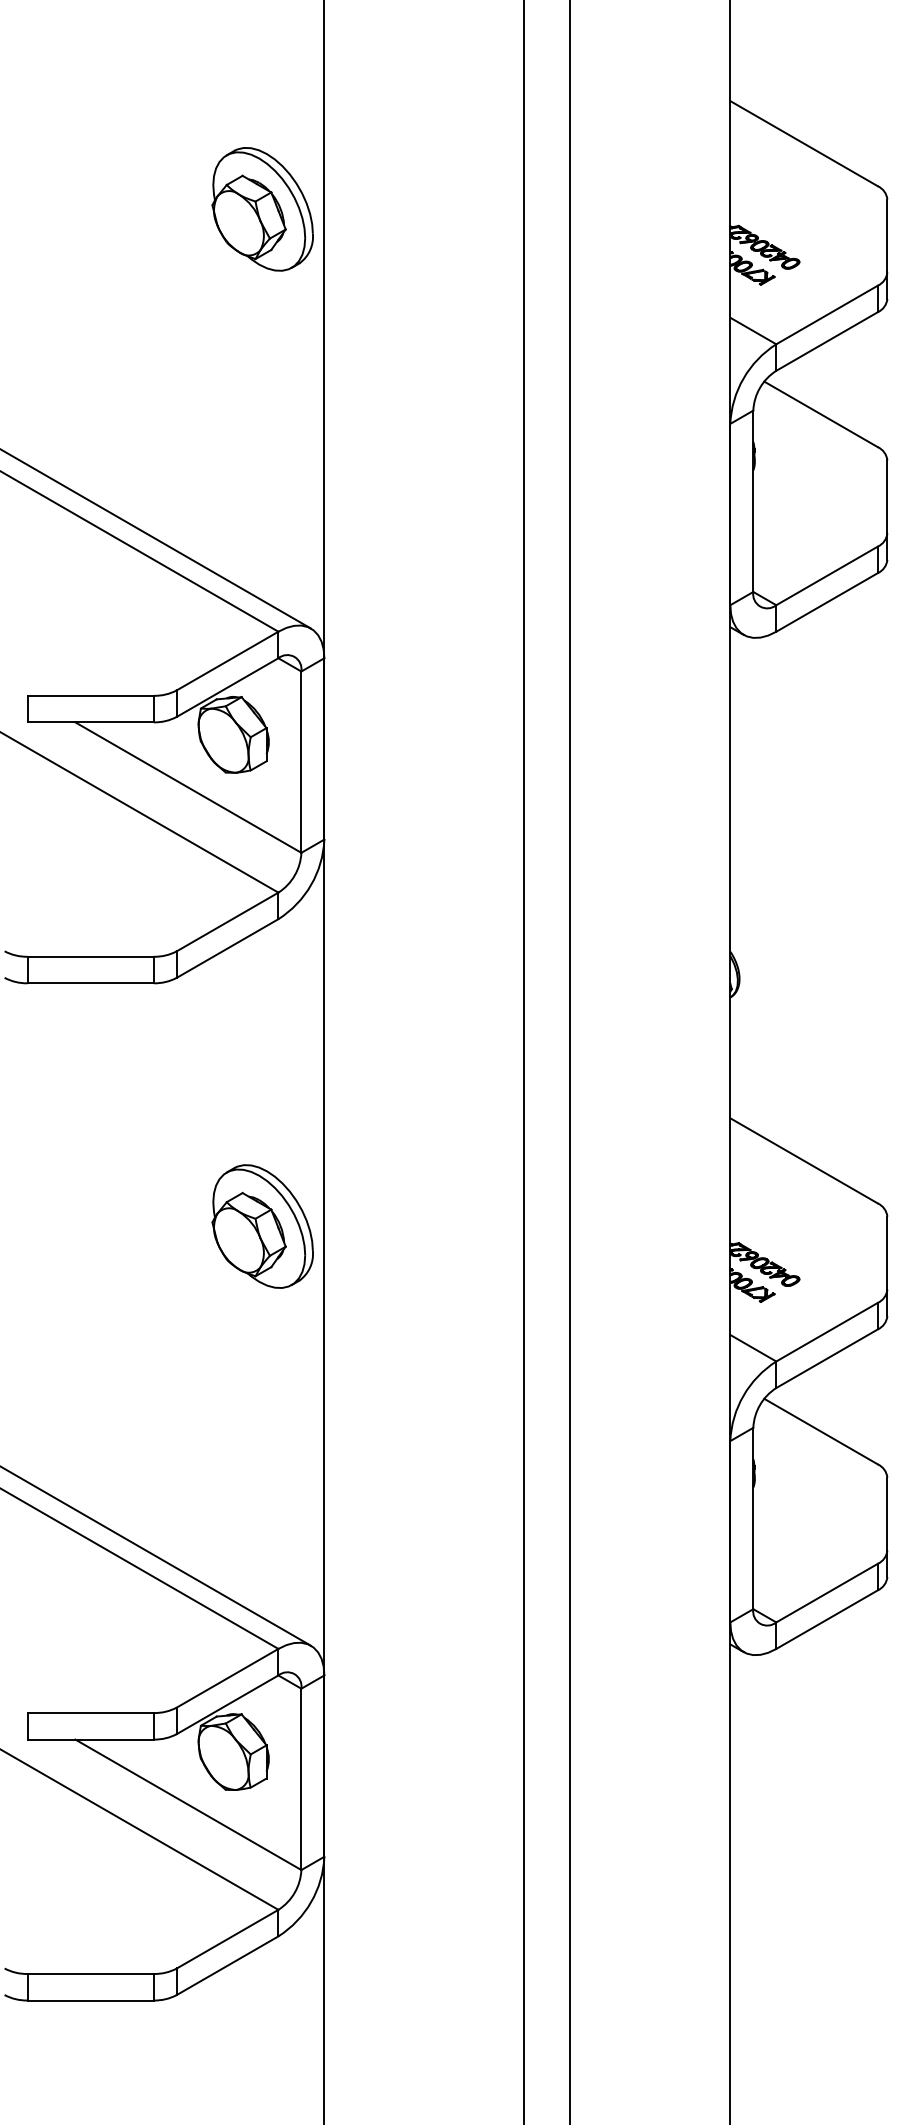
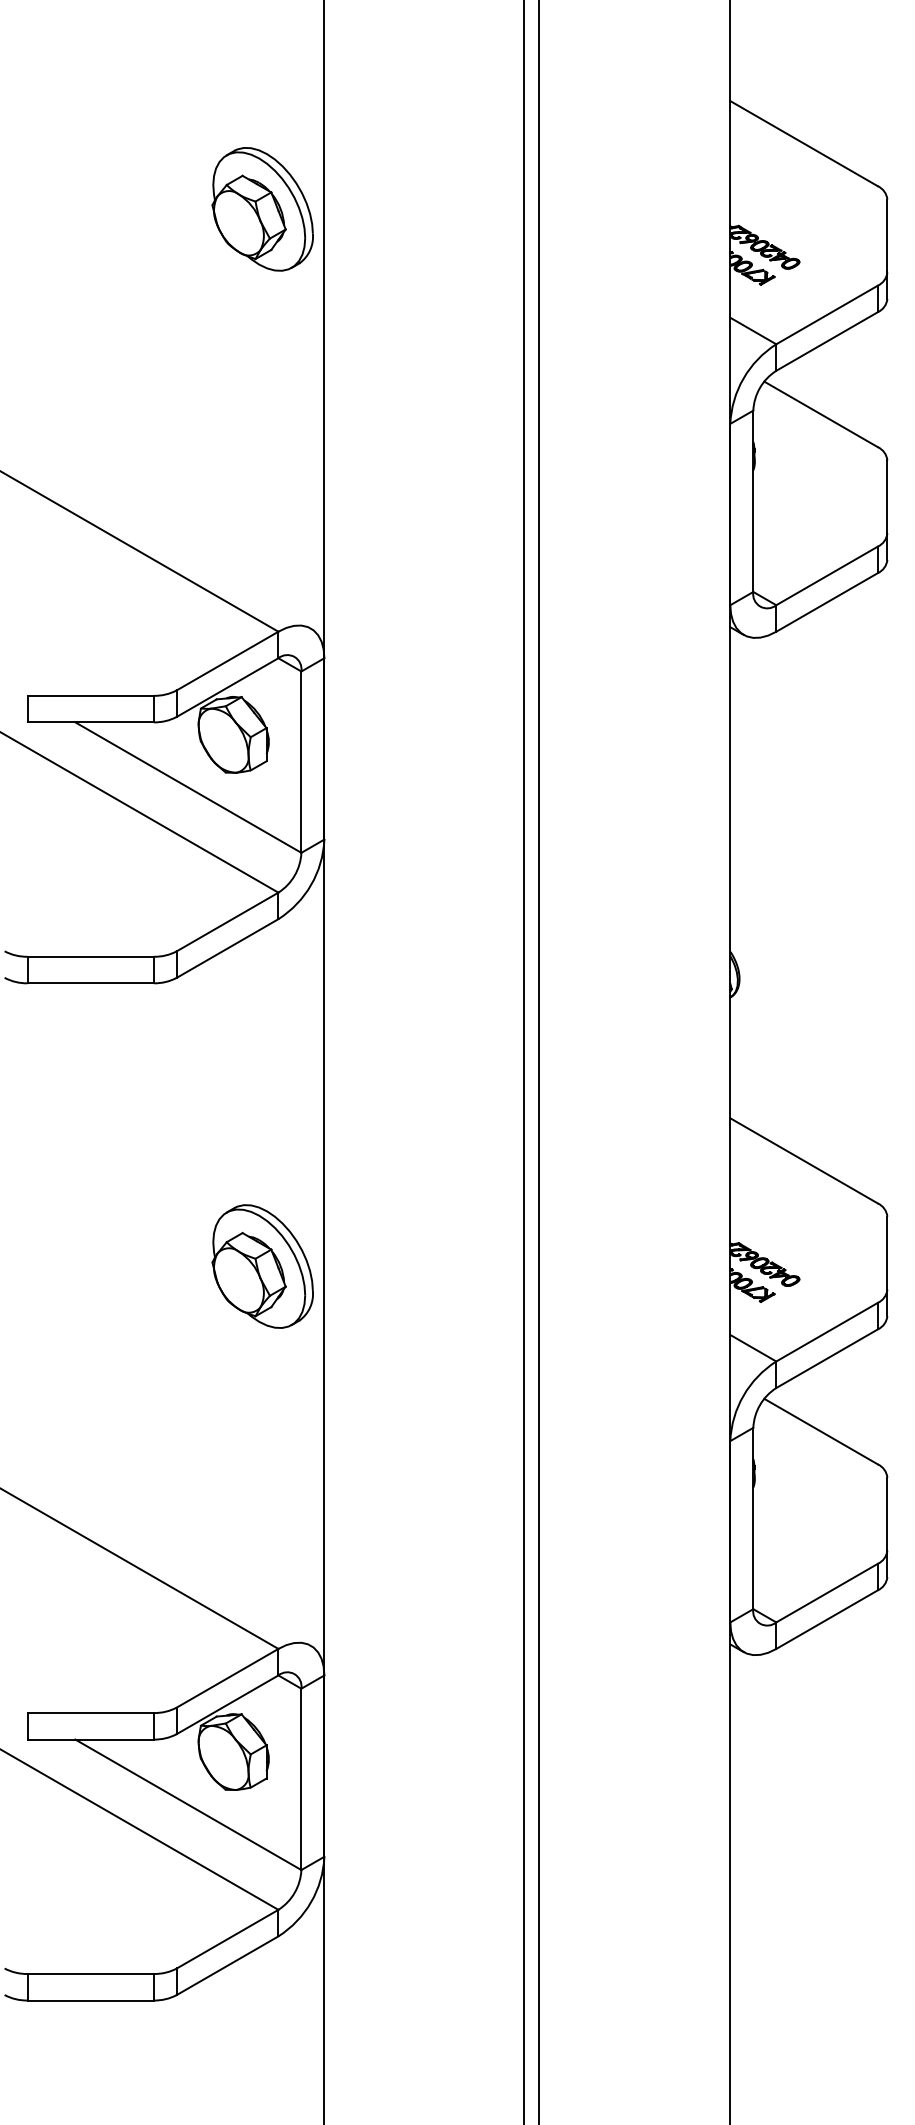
line at (156, 539): present -> none
line at (569, 1061) position: (569, 1061) -> (538, 1061)
part at (262, 1226) position: (262, 1226) -> (262, 1266)
line at (156, 1556): present -> none
